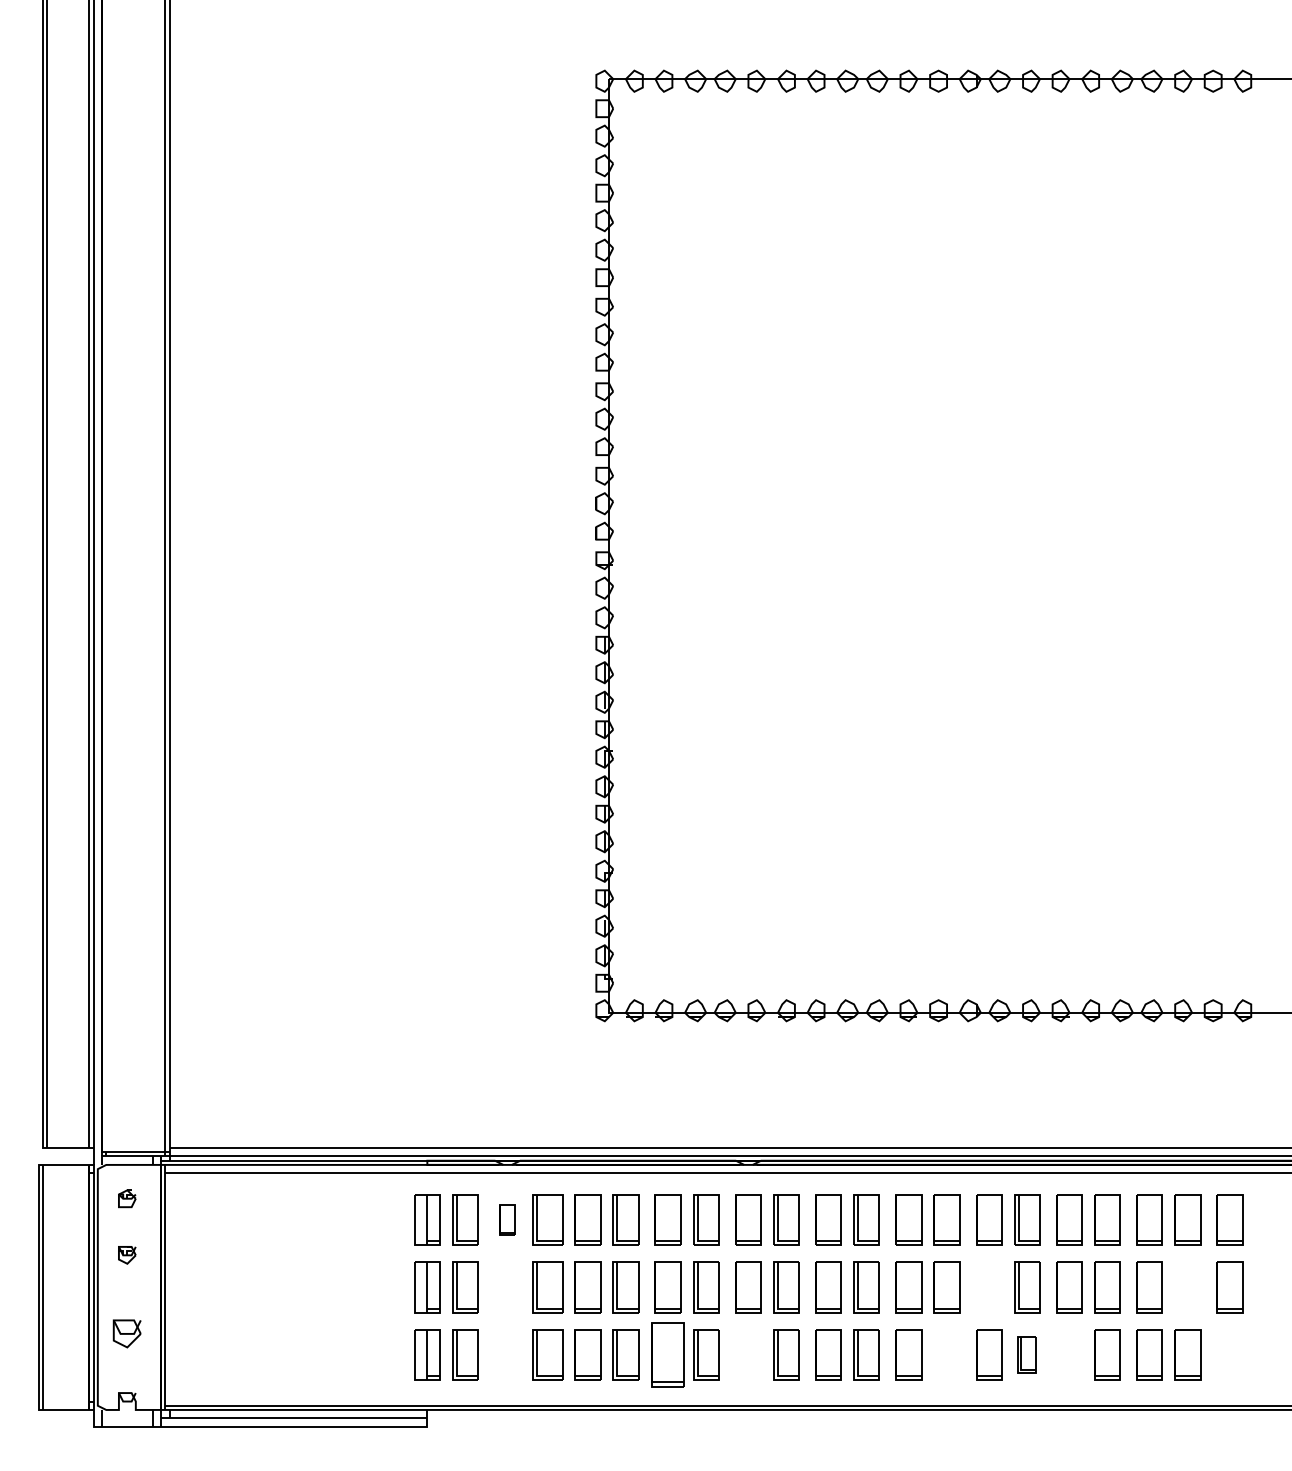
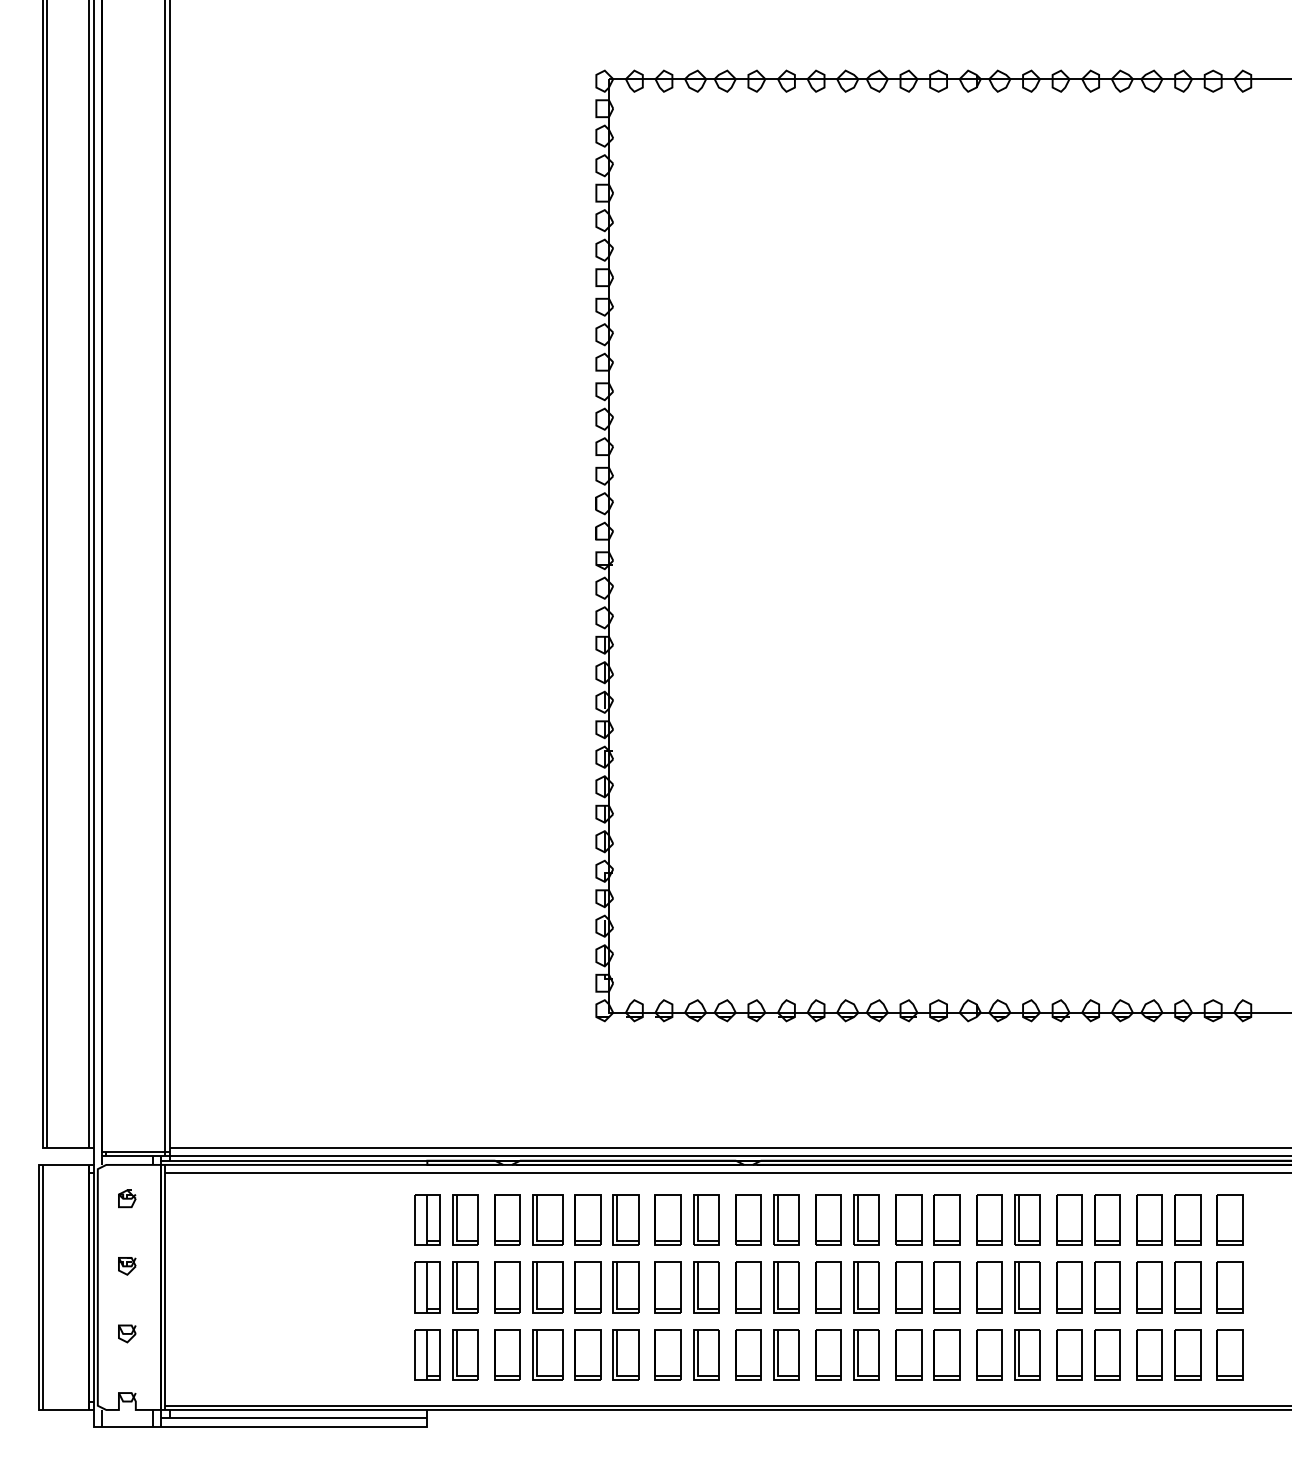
part at (507, 1219) size: 17x32 px -> 27x52 px
part at (127, 1255) position: (127, 1255) -> (127, 1266)
part at (507, 1287): none -> present
curve at (977, 1287): none -> present
curve at (1175, 1287): none -> present
part at (126, 1333) size: 30x30 px -> 19x20 px
part at (507, 1354): none -> present
part at (667, 1354) size: 34x66 px -> 28x52 px
curve at (736, 1354): none -> present
curve at (934, 1354): none -> present
part at (1026, 1354) size: 20x38 px -> 27x52 px
curve at (1057, 1354): none -> present
curve at (1217, 1354): none -> present
